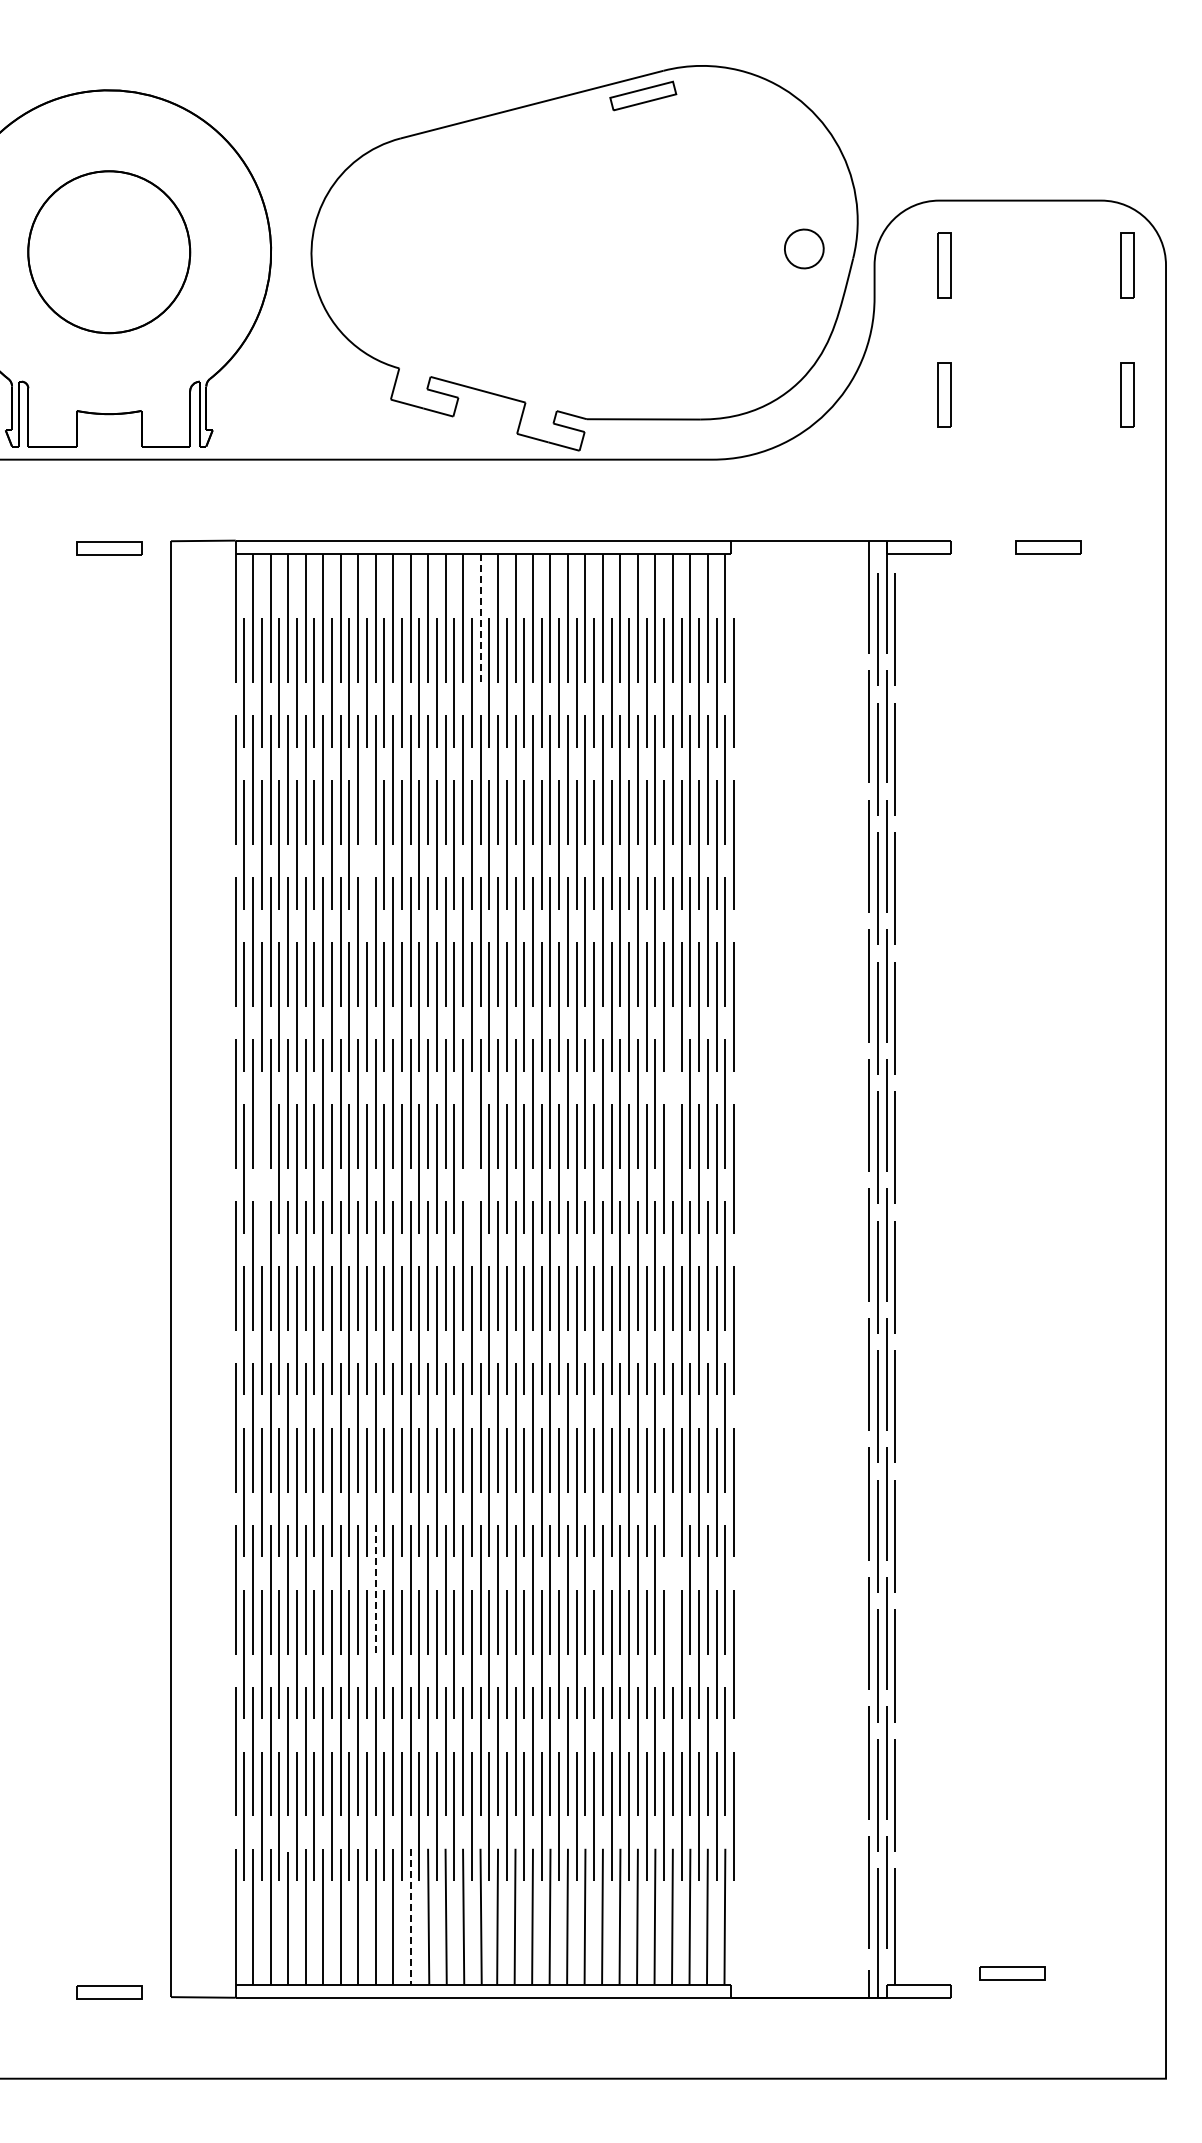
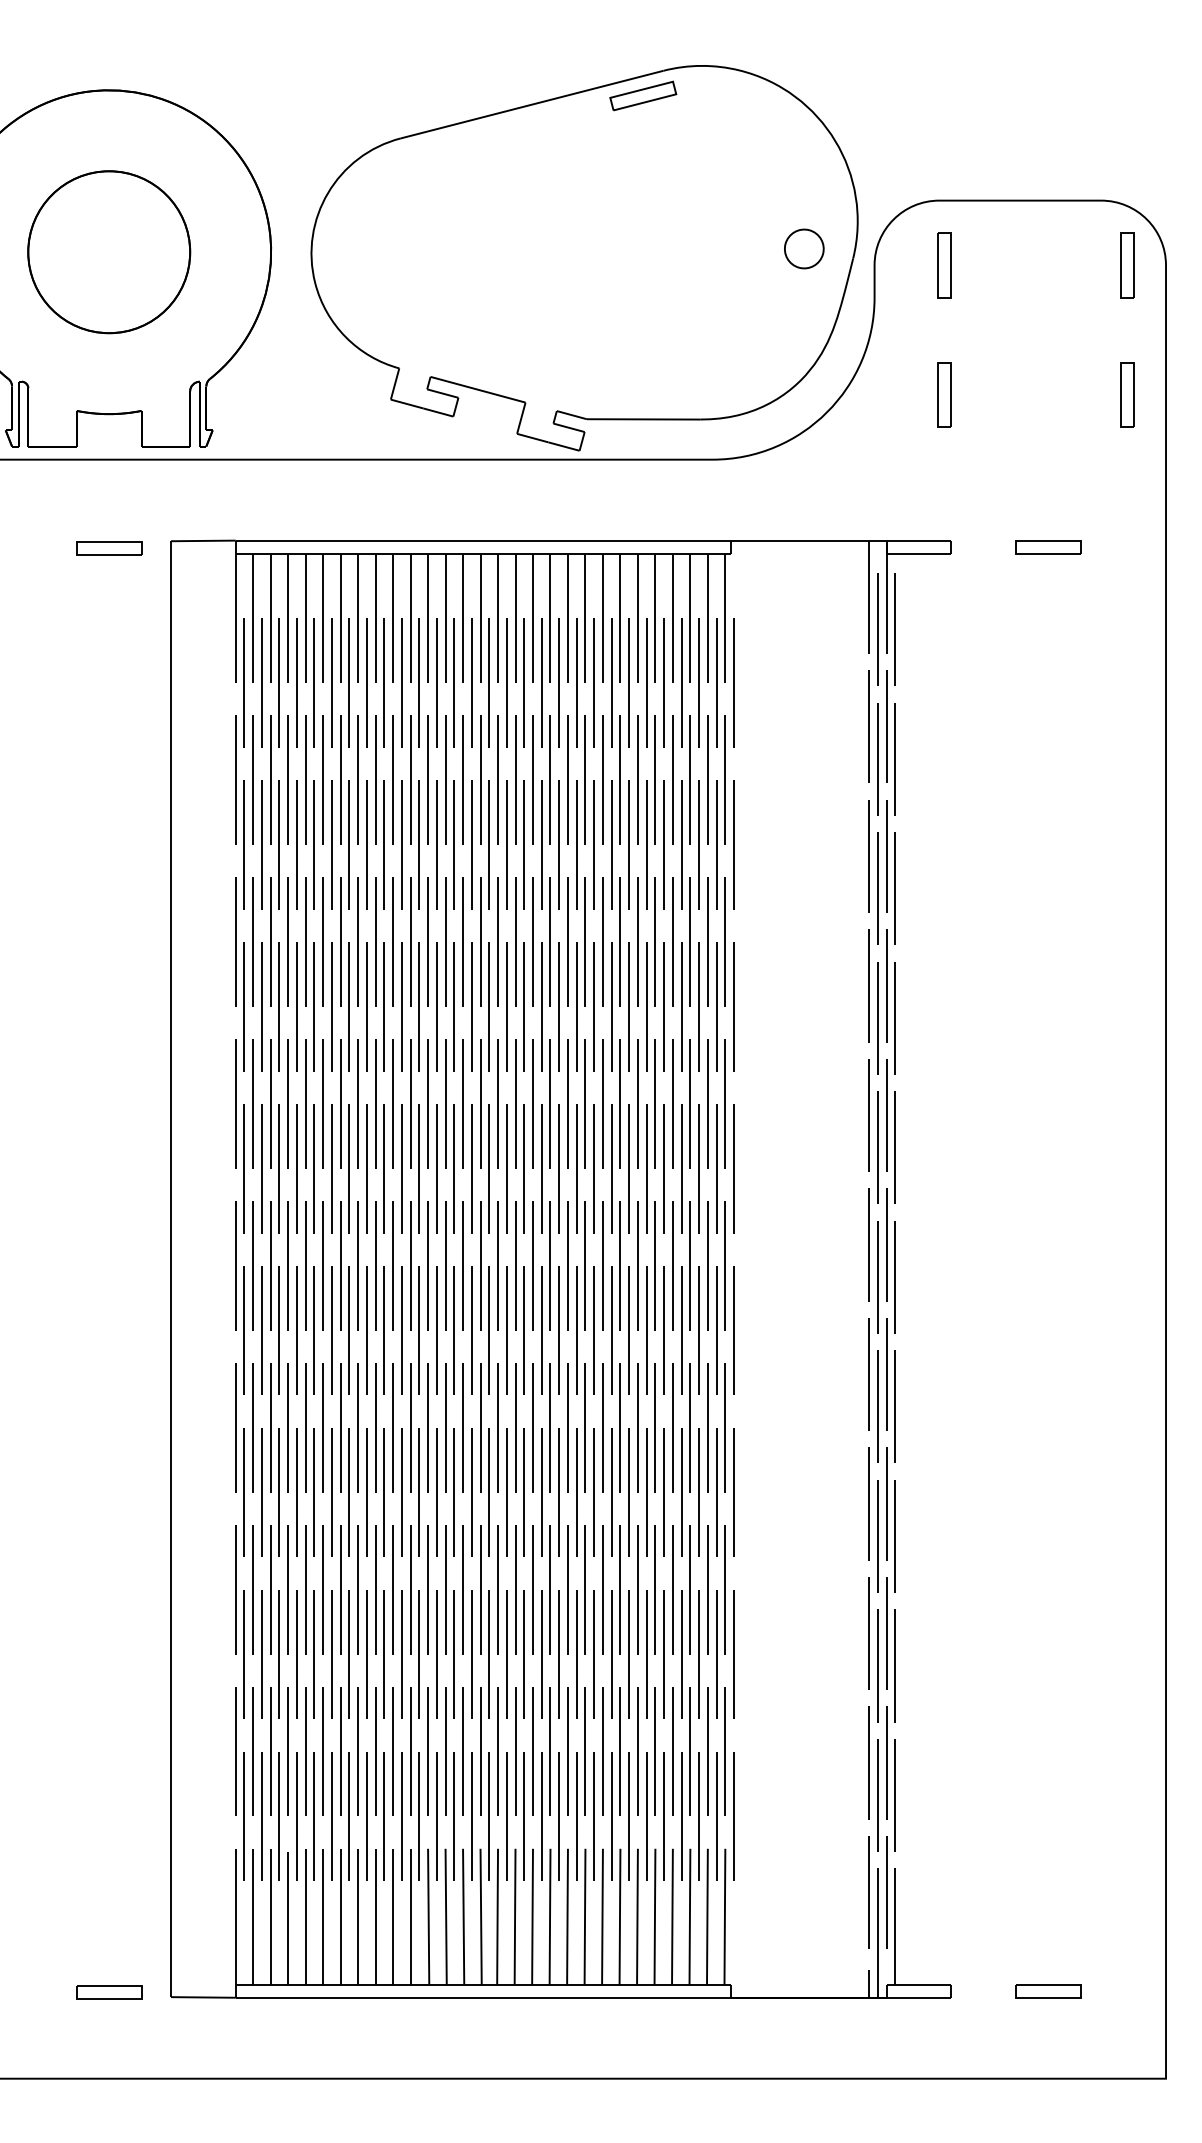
line at (480, 618): dashed -> solid
line at (366, 844): none -> present
line at (672, 1103): none -> present
line at (261, 1168): none -> present
line at (471, 1168): none -> present
line at (375, 1589): dashed -> solid
line at (672, 1589): none -> present
line at (410, 1916): dashed -> solid
part at (1012, 1973) position: (1012, 1973) -> (1048, 1991)
